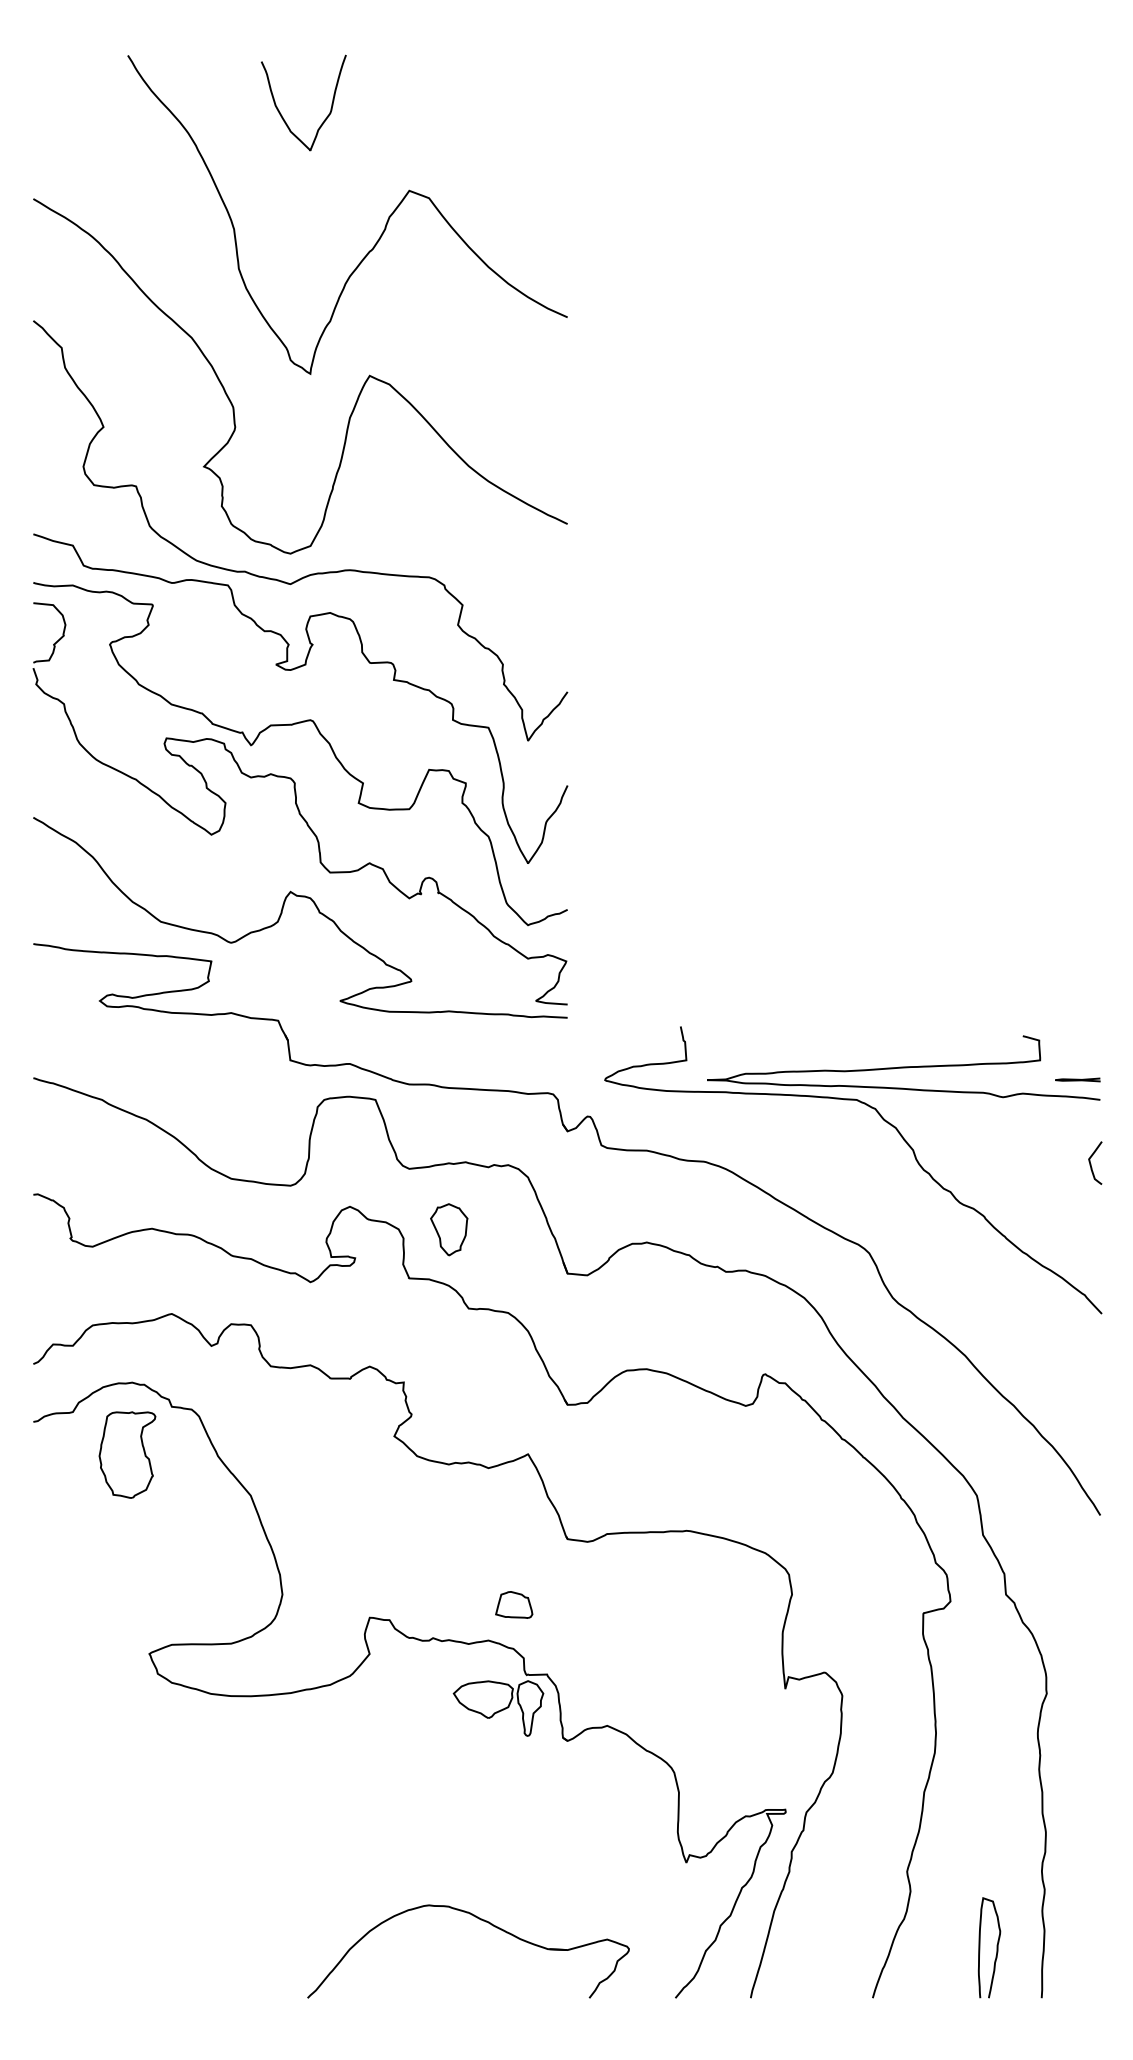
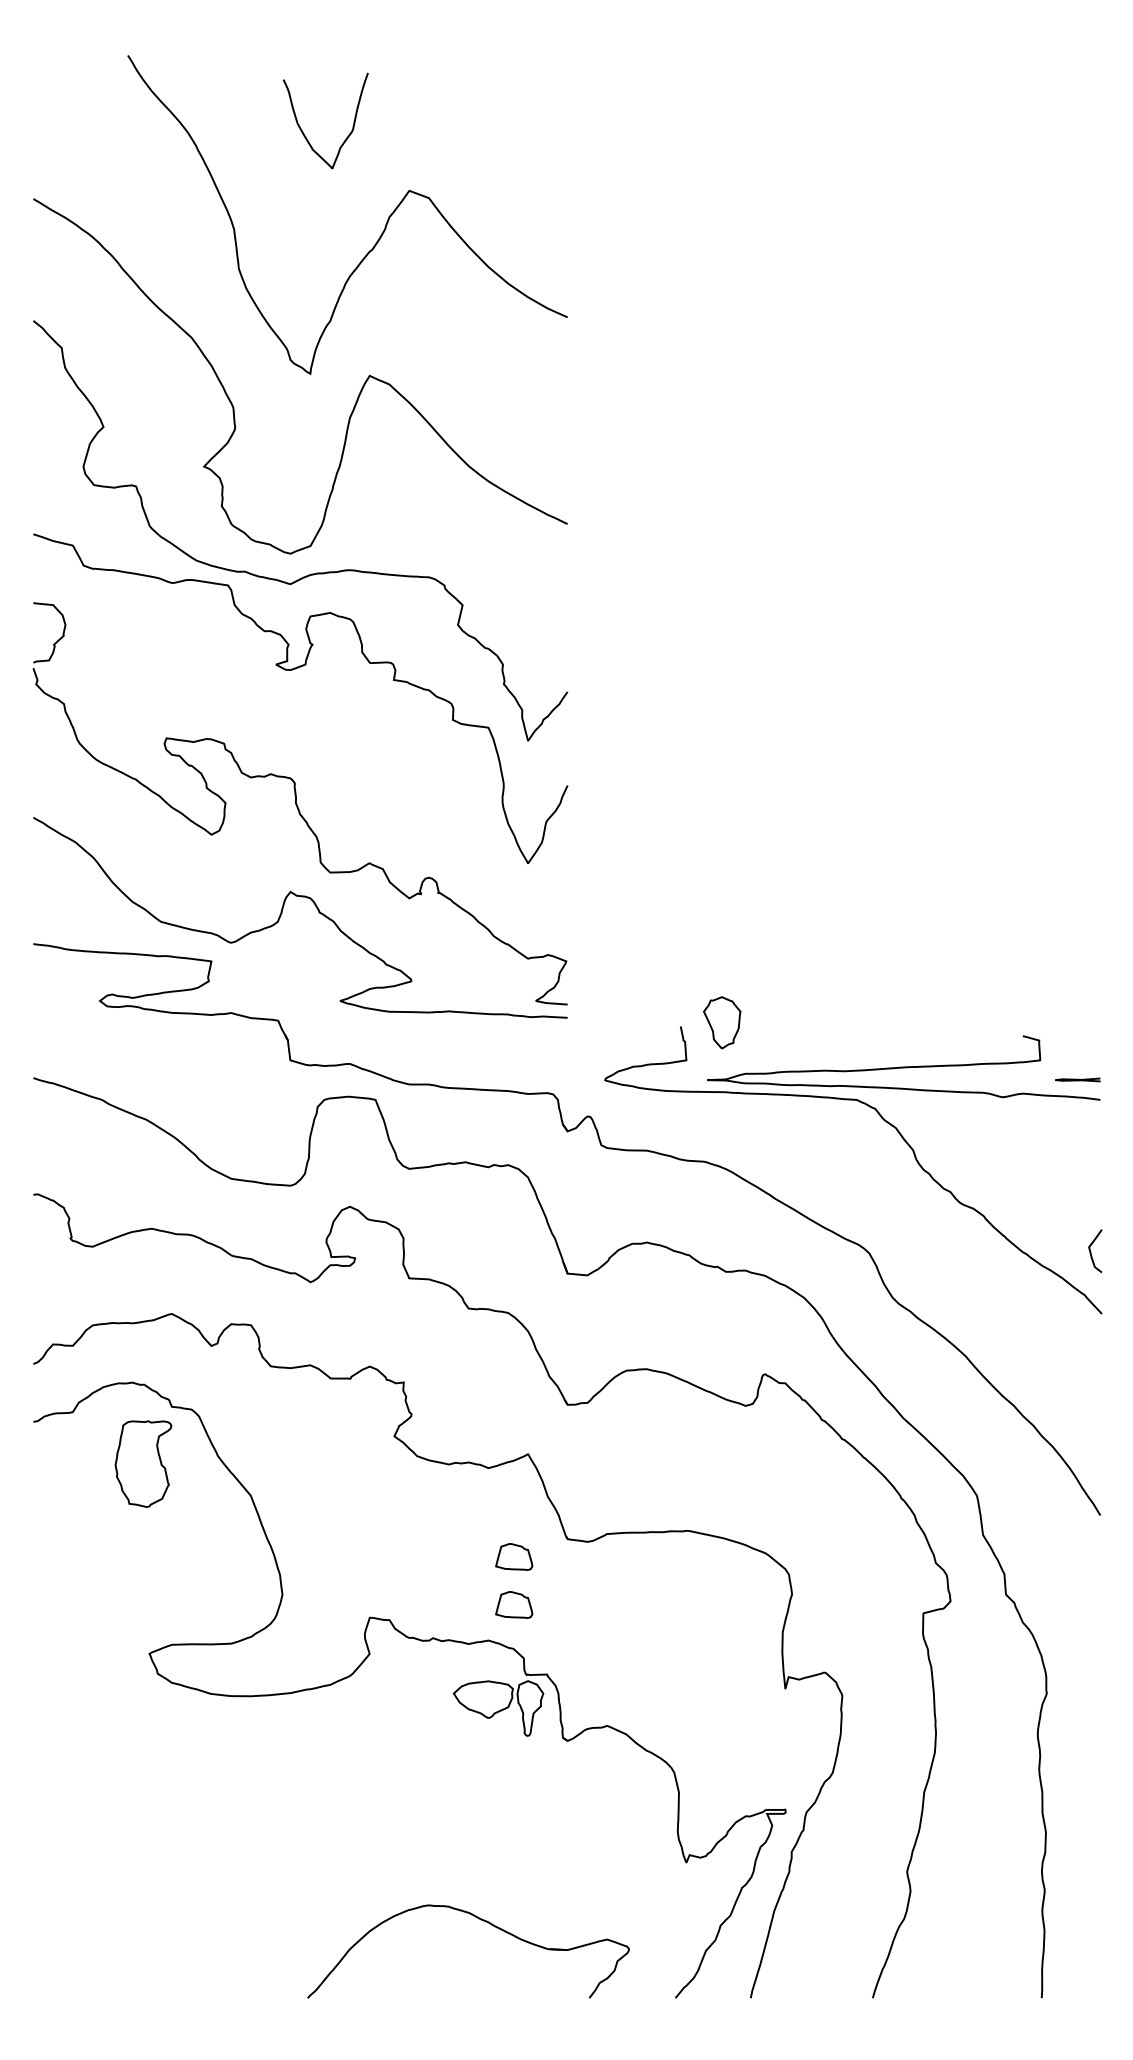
curve at (281, 113) position: (281, 113) -> (303, 131)
curve at (319, 734): present -> none
curve at (1091, 1163) position: (1091, 1163) -> (1091, 1251)
part at (449, 1229) position: (449, 1229) -> (722, 1022)
part at (127, 1454) position: (127, 1454) -> (143, 1463)
part at (514, 1556): none -> present
curve at (996, 1947): present -> none
